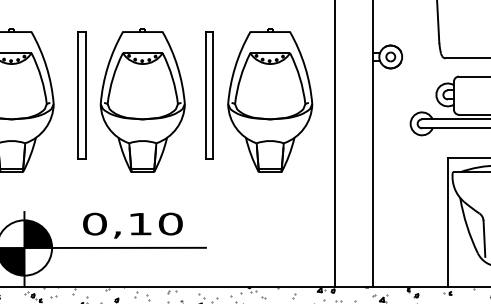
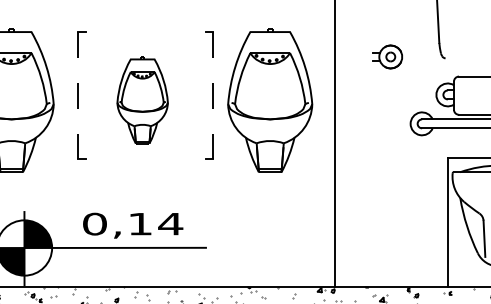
line at (466, 58): present -> none
line at (78, 95): solid -> dashed
line at (85, 95): present -> none
line at (205, 95): present -> none
line at (213, 95): solid -> dashed
part at (142, 100) size: 87x145 px -> 53x89 px
line at (372, 144): present -> none
text at (170, 223): 0,10 -> 0,14
